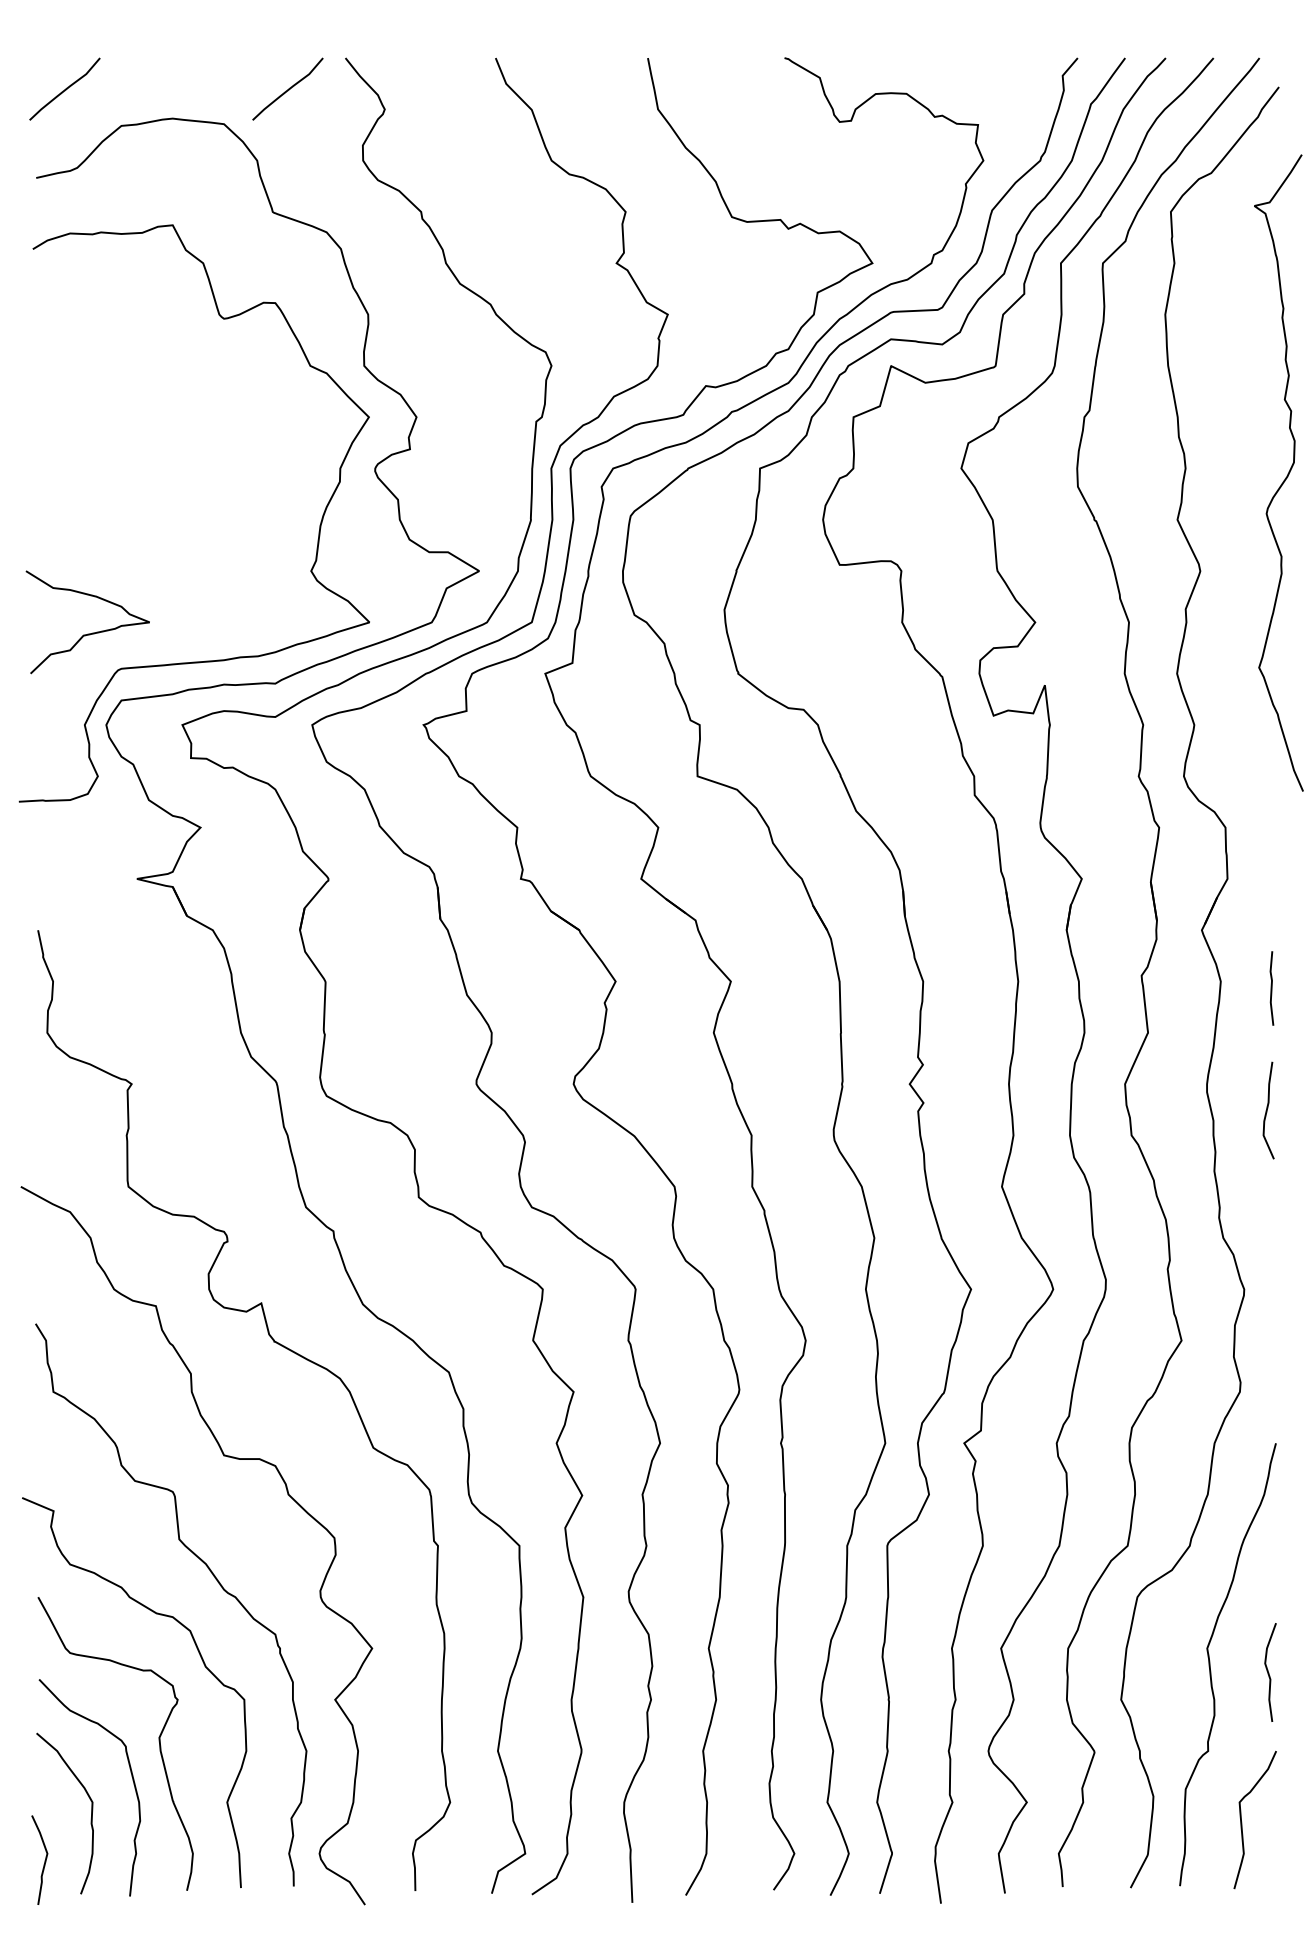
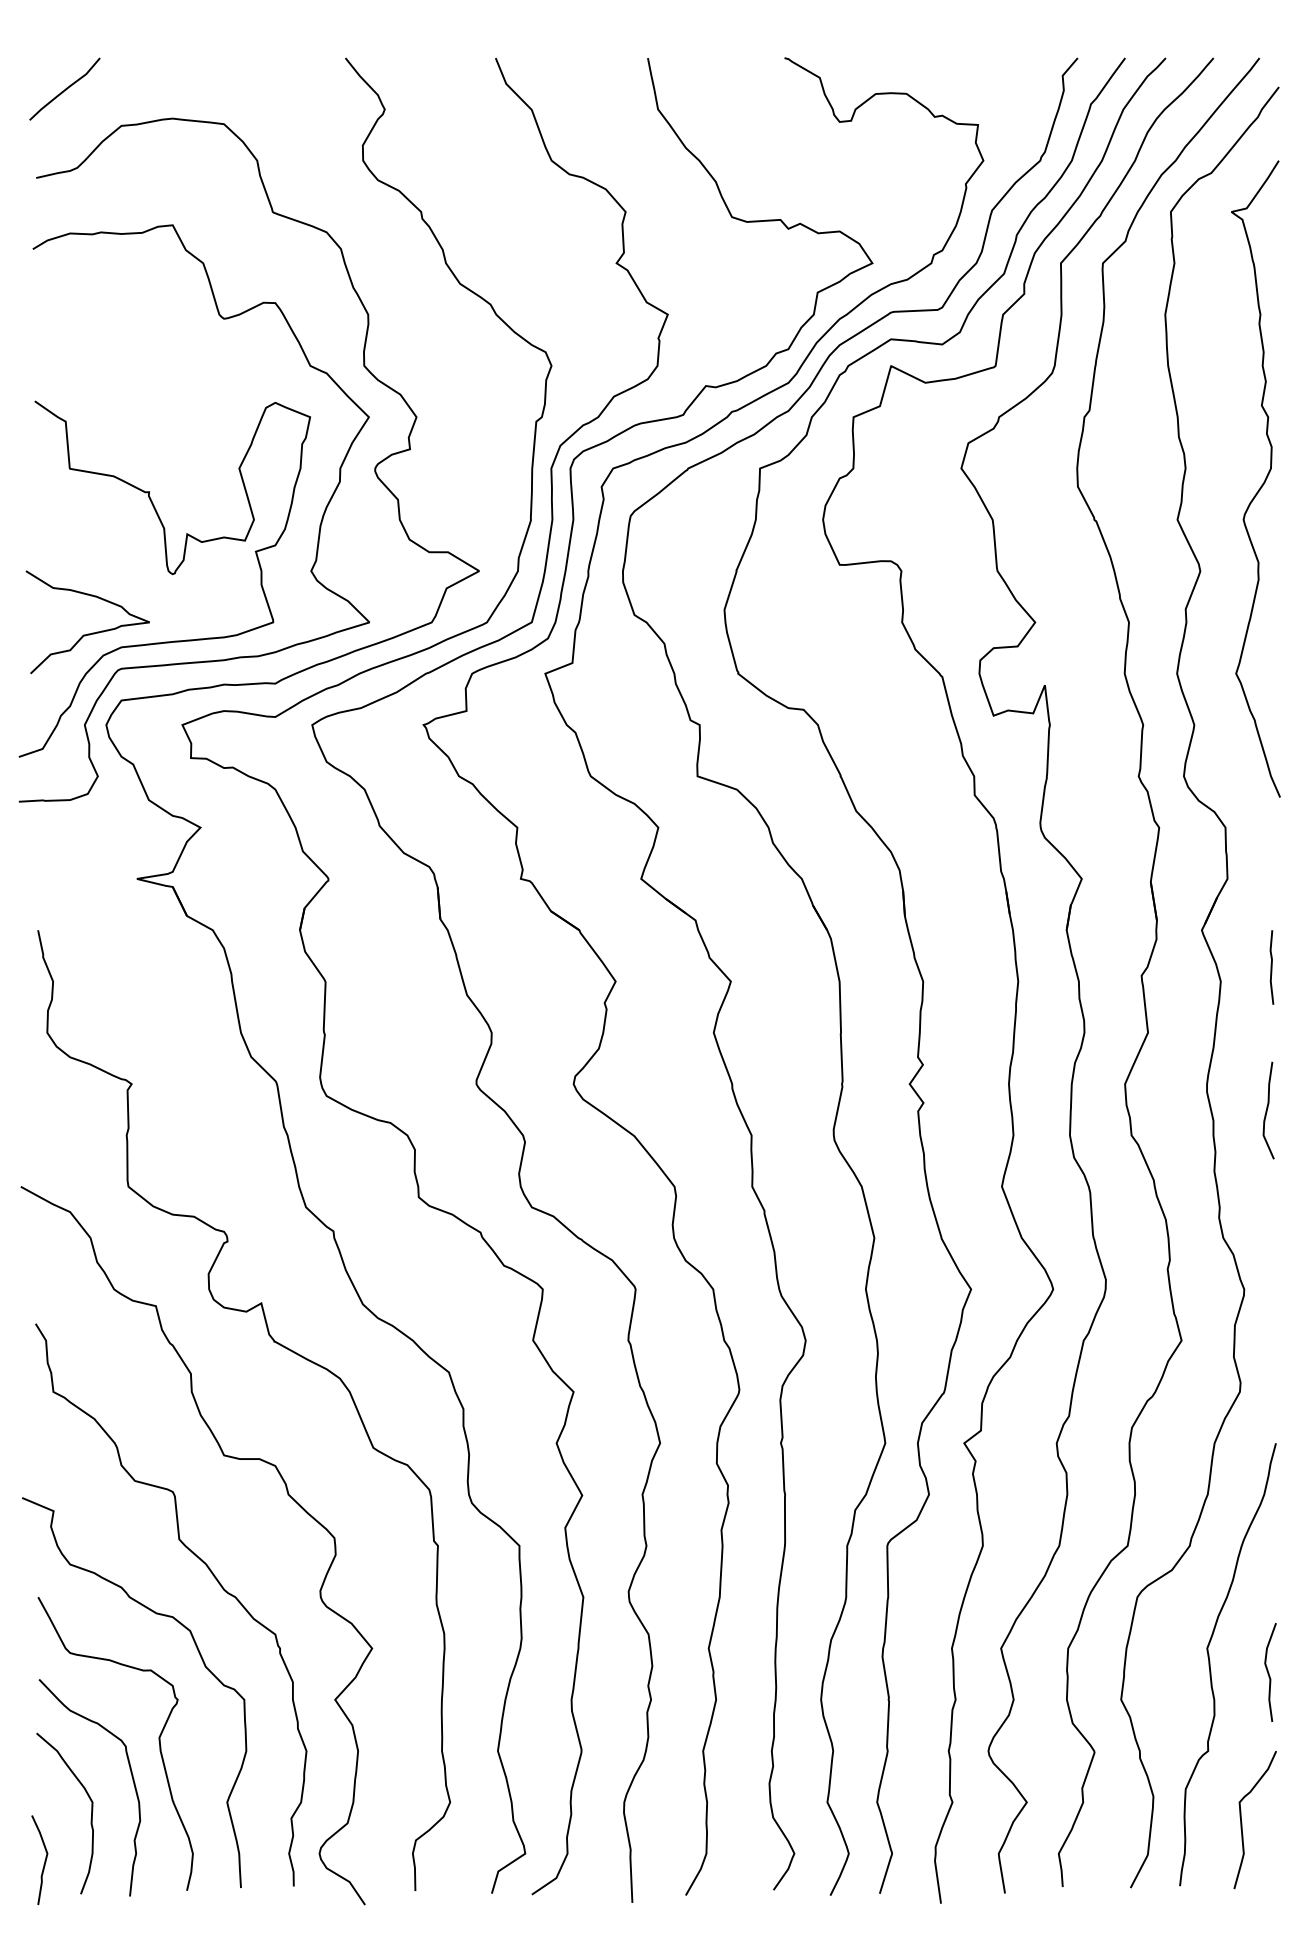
curve at (288, 88): present -> none
curve at (1286, 475) position: (1286, 475) -> (1263, 481)
curve at (169, 573): none -> present
line at (1271, 988) position: (1271, 988) -> (1271, 967)
